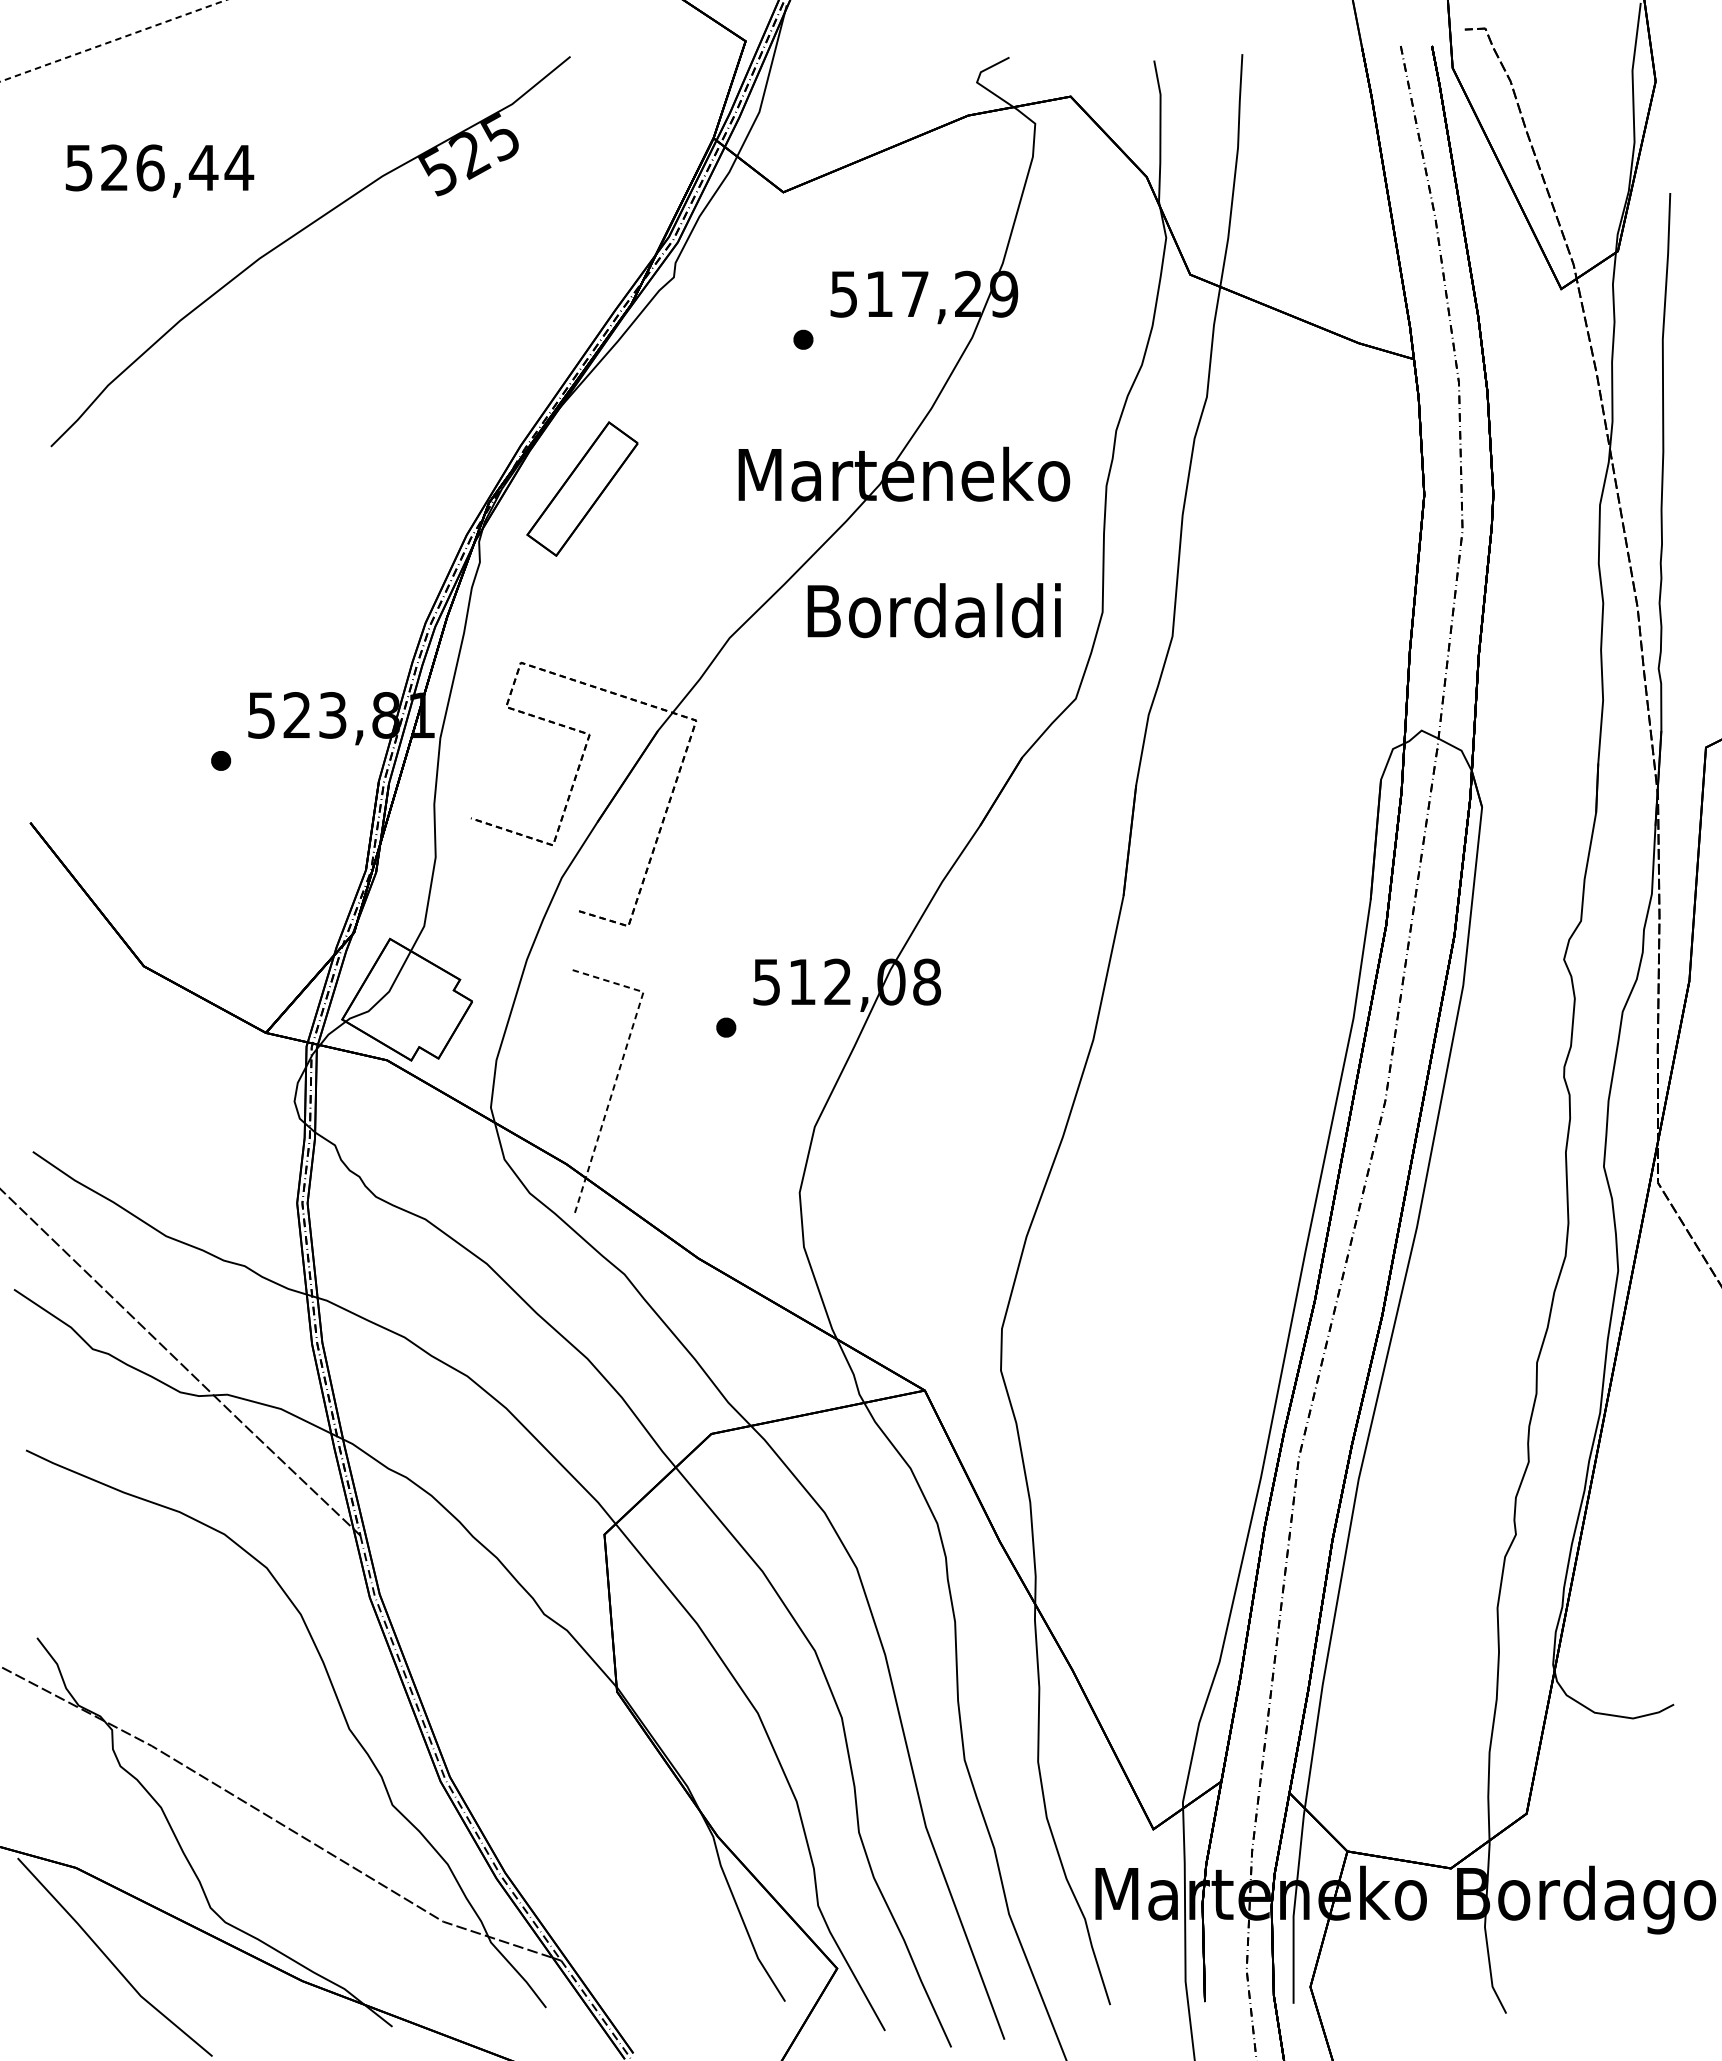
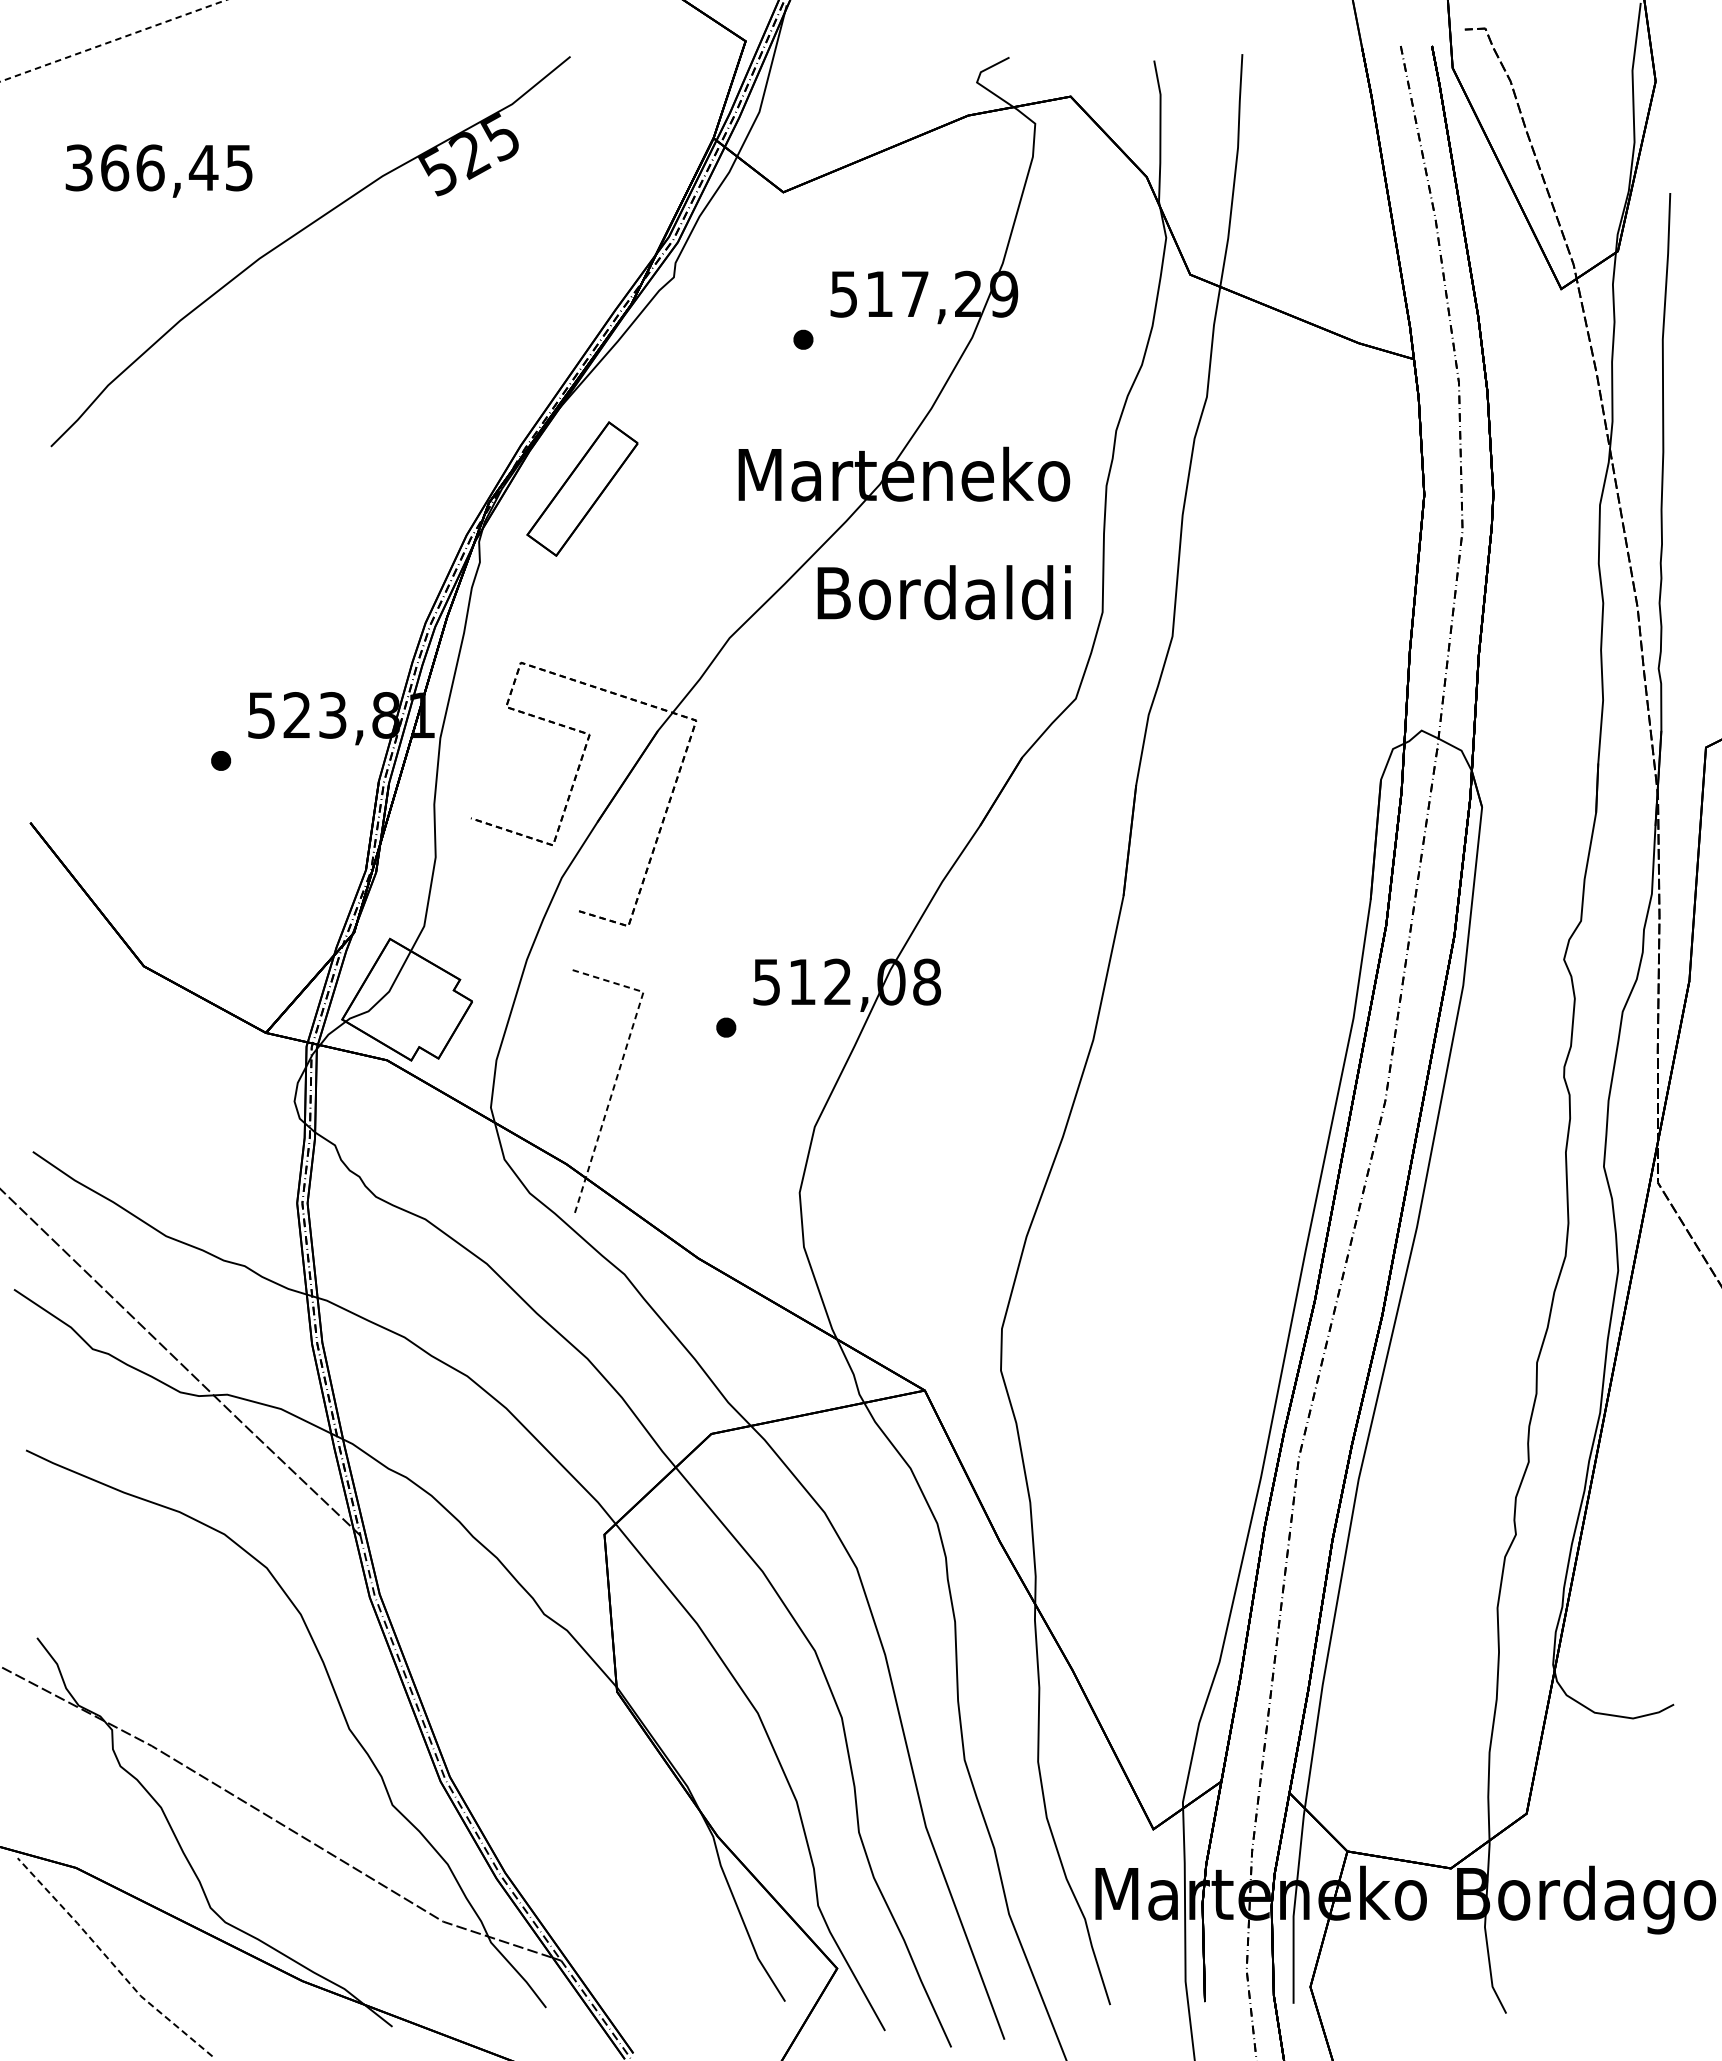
text at (160, 167): 526,44 -> 366,45
text at (933, 610) position: (933, 610) -> (943, 592)
line at (110, 1961): solid -> dashed
